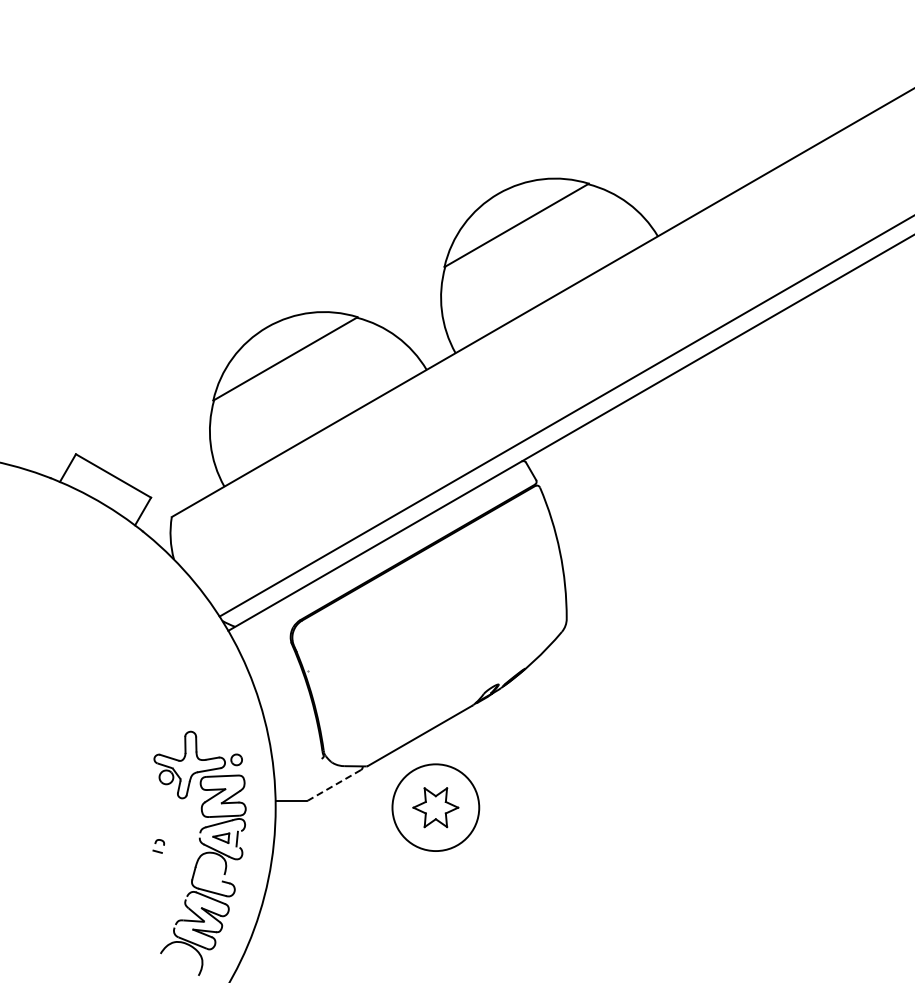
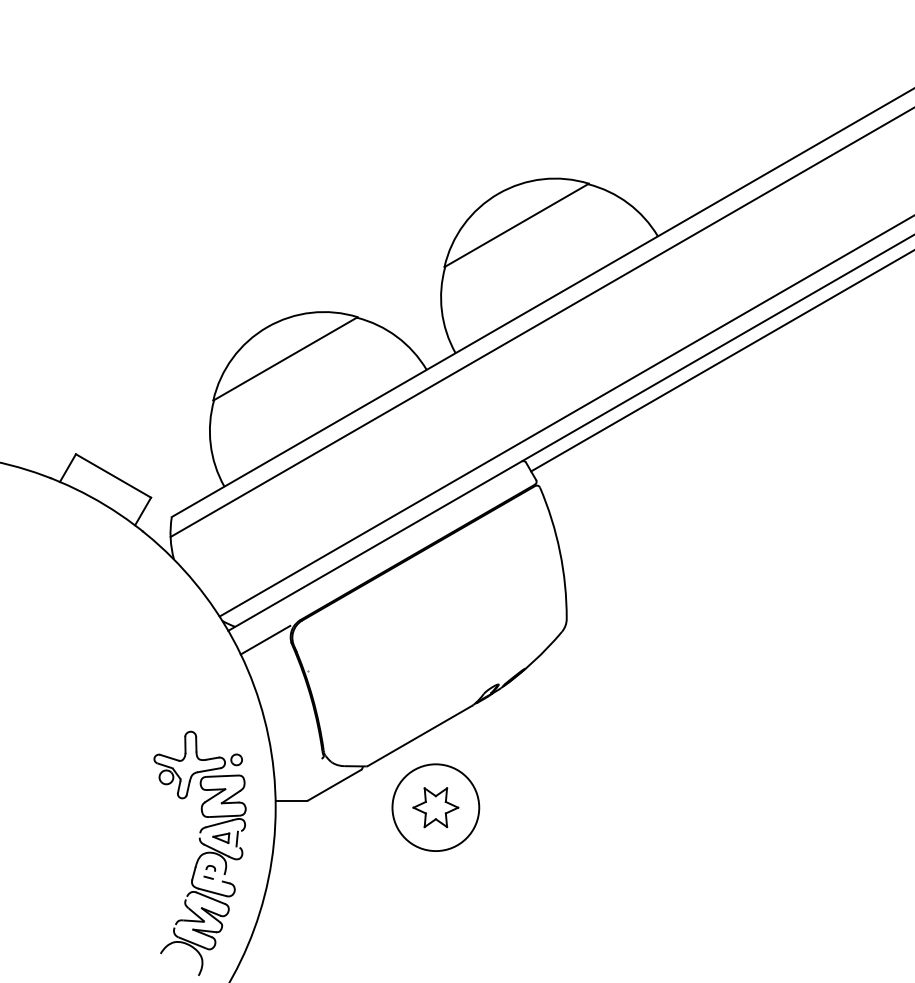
line at (540, 323): none -> present
line at (721, 361): none -> present
line at (265, 639): none -> present
line at (334, 785): dashed -> solid
part at (158, 846) position: (158, 846) -> (209, 872)
